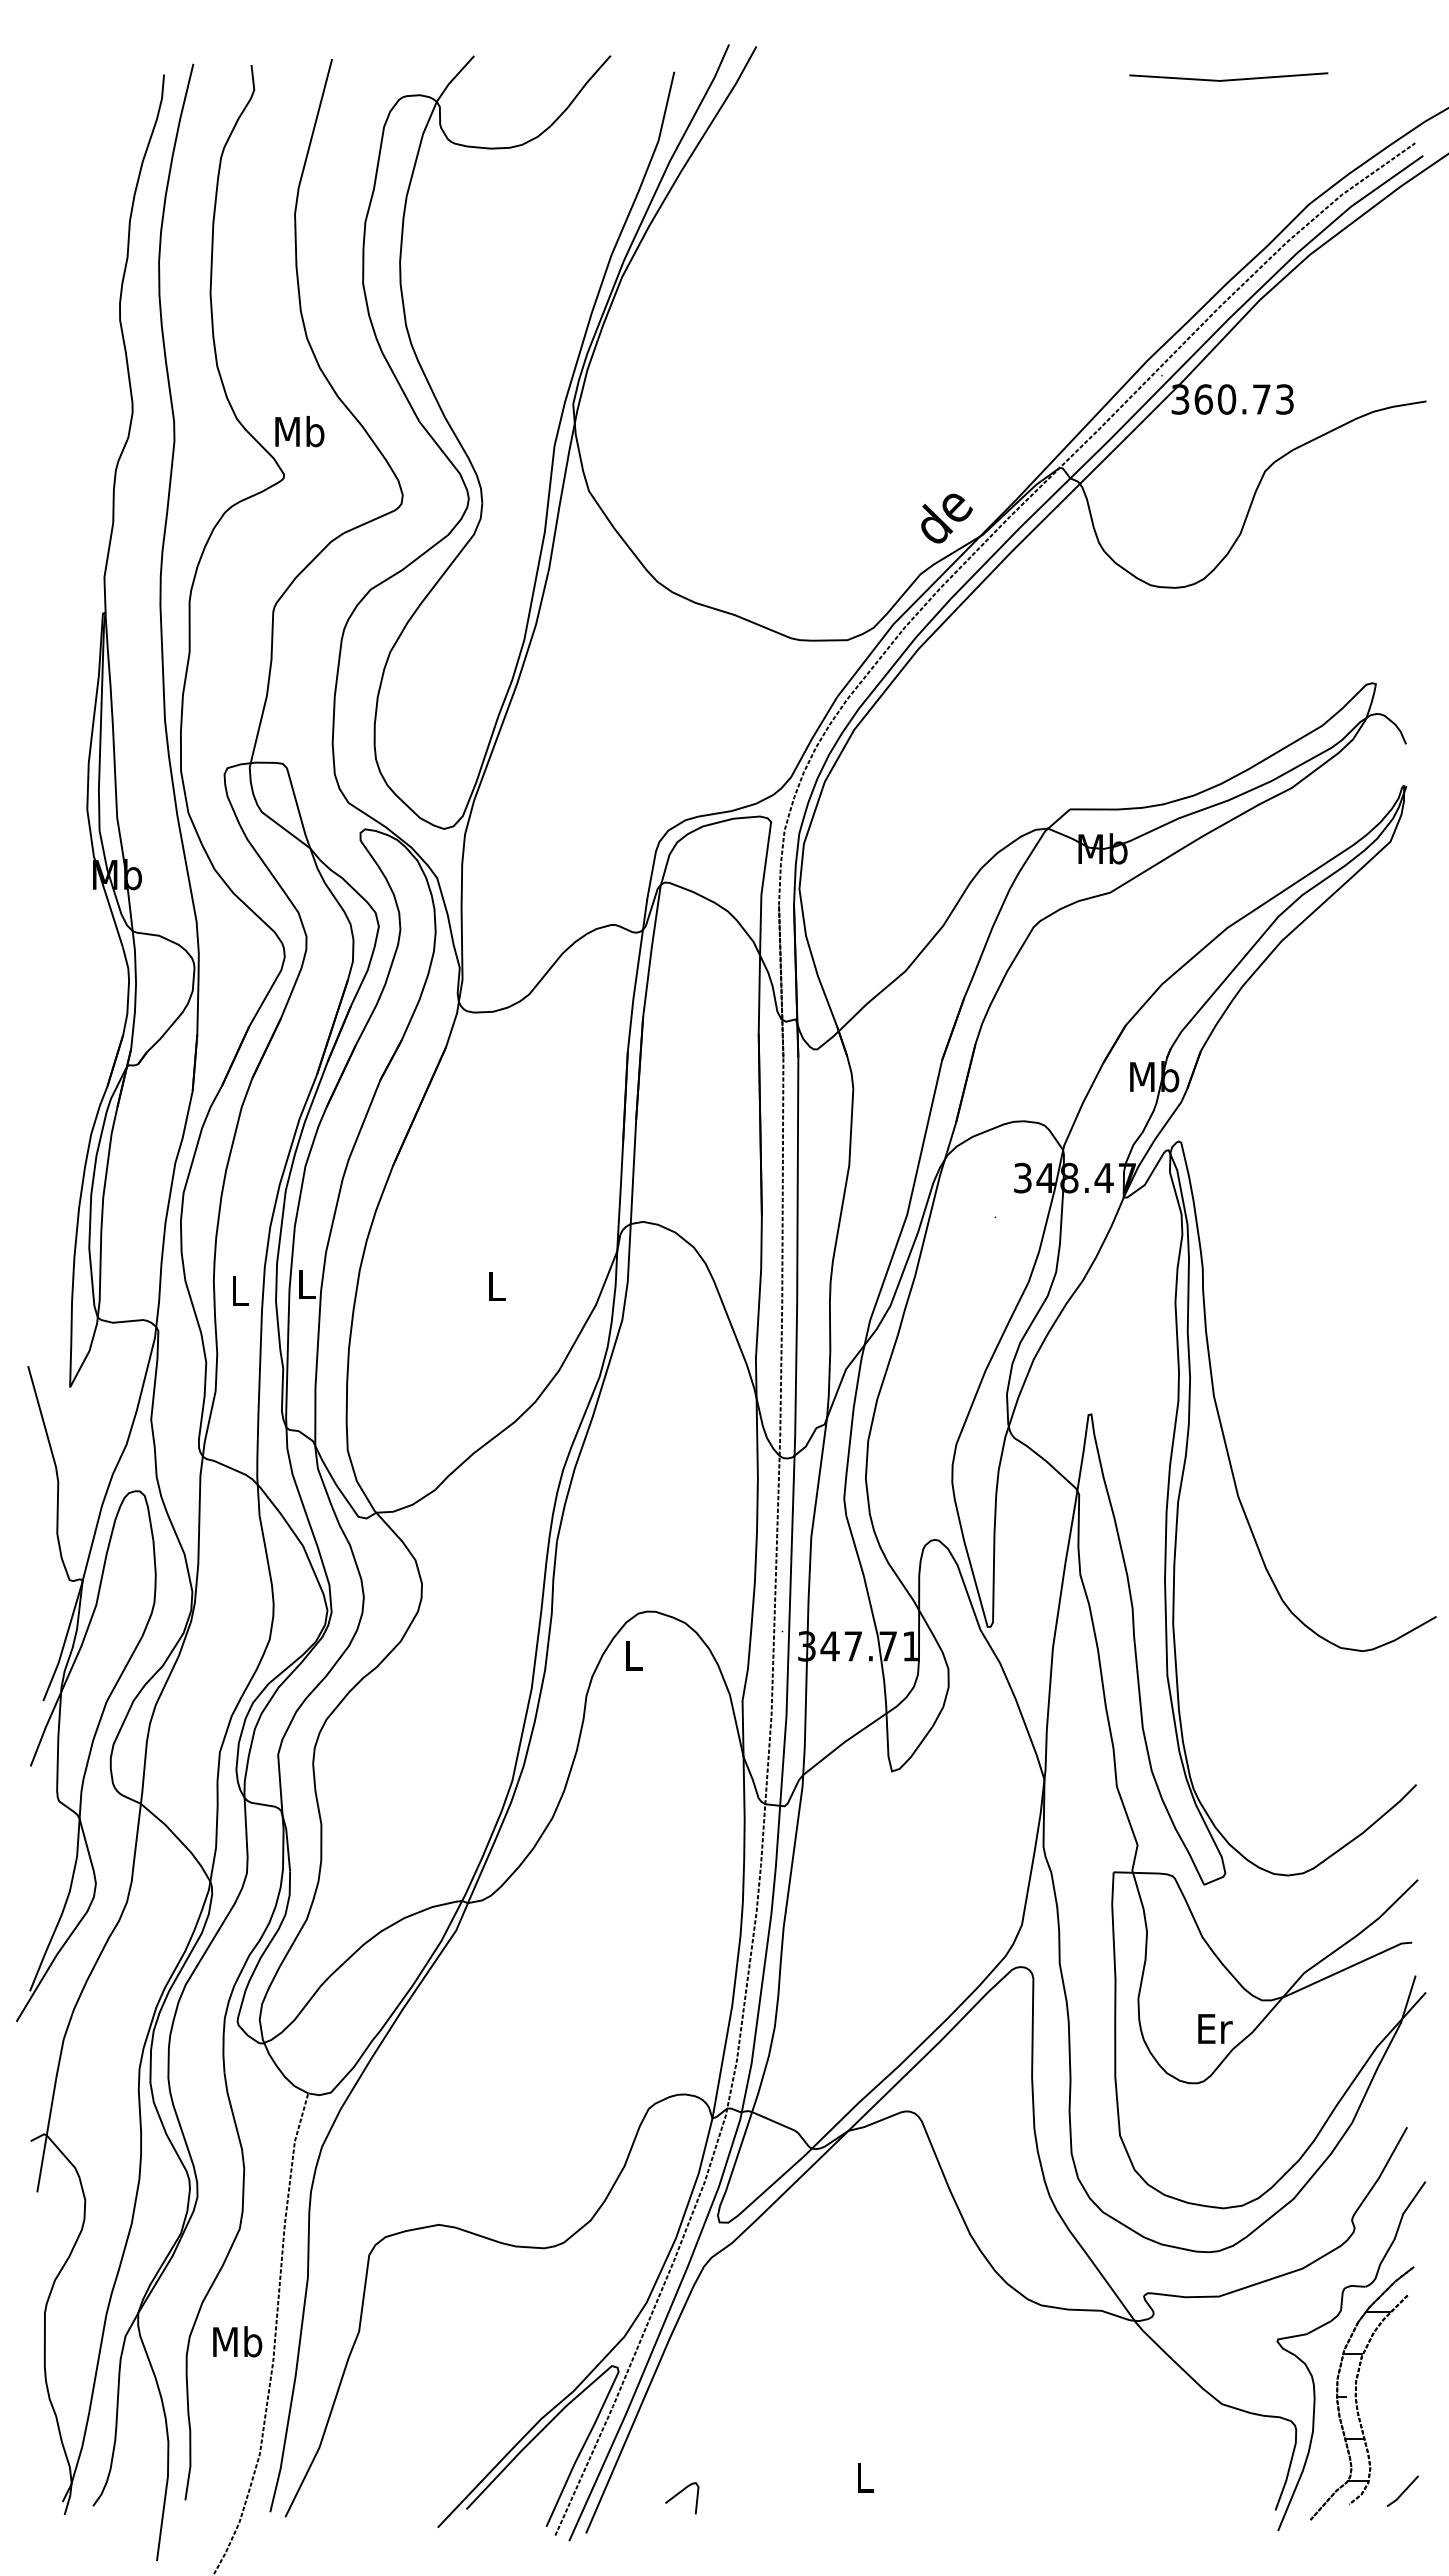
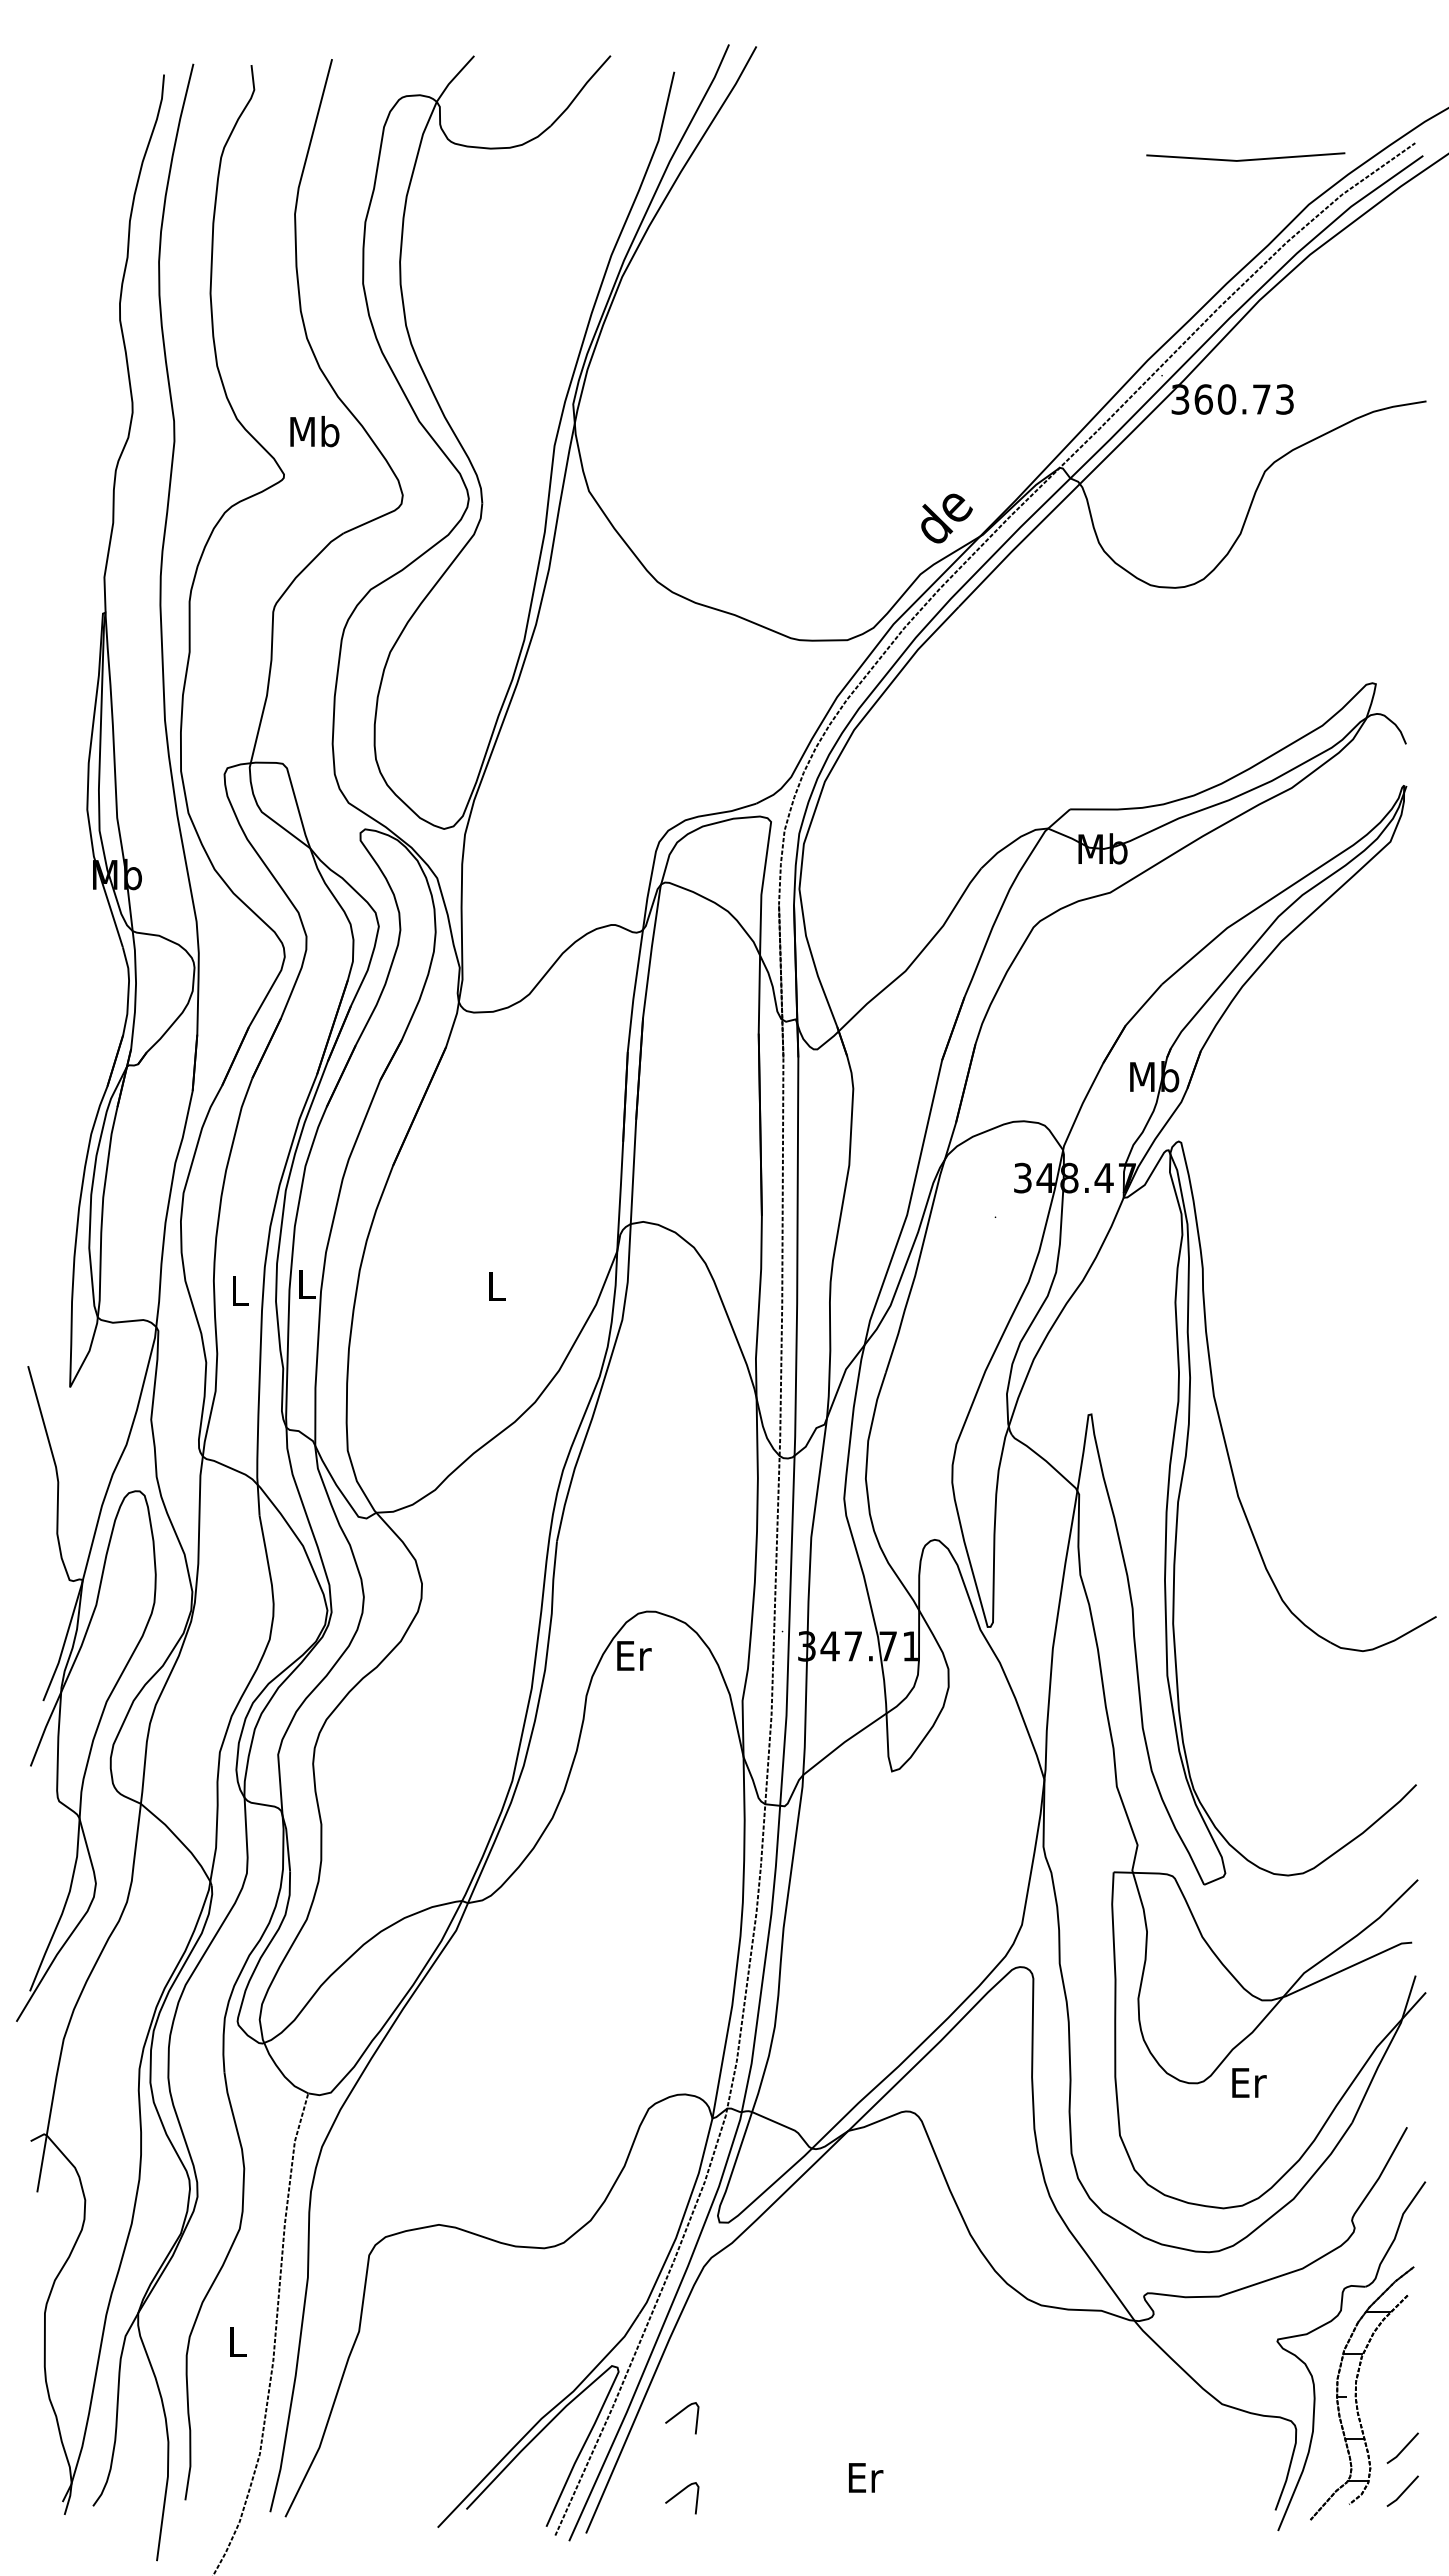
line at (1228, 79) position: (1228, 79) -> (1245, 159)
text at (299, 431) position: (299, 431) -> (314, 431)
text at (634, 1655): L -> Er
text at (1215, 2028) position: (1215, 2028) -> (1249, 2082)
text at (237, 2341): Mb -> L
curve at (680, 2413): none -> present
line at (1403, 2447): none -> present
text at (866, 2477): L -> Er
